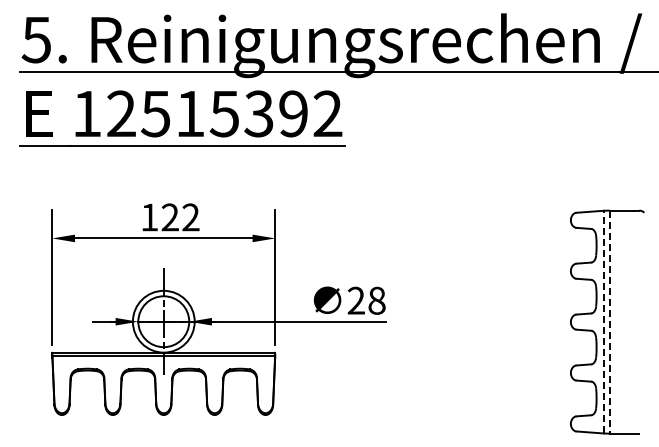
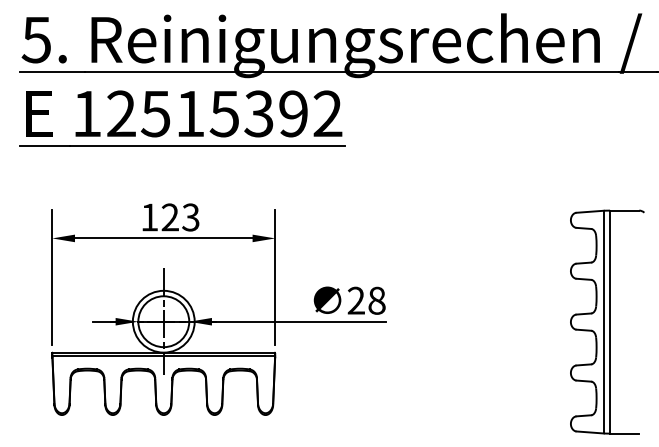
text at (190, 217): 122 -> 123
line at (603, 321): dashed -> solid
line at (610, 322): dashed -> solid
